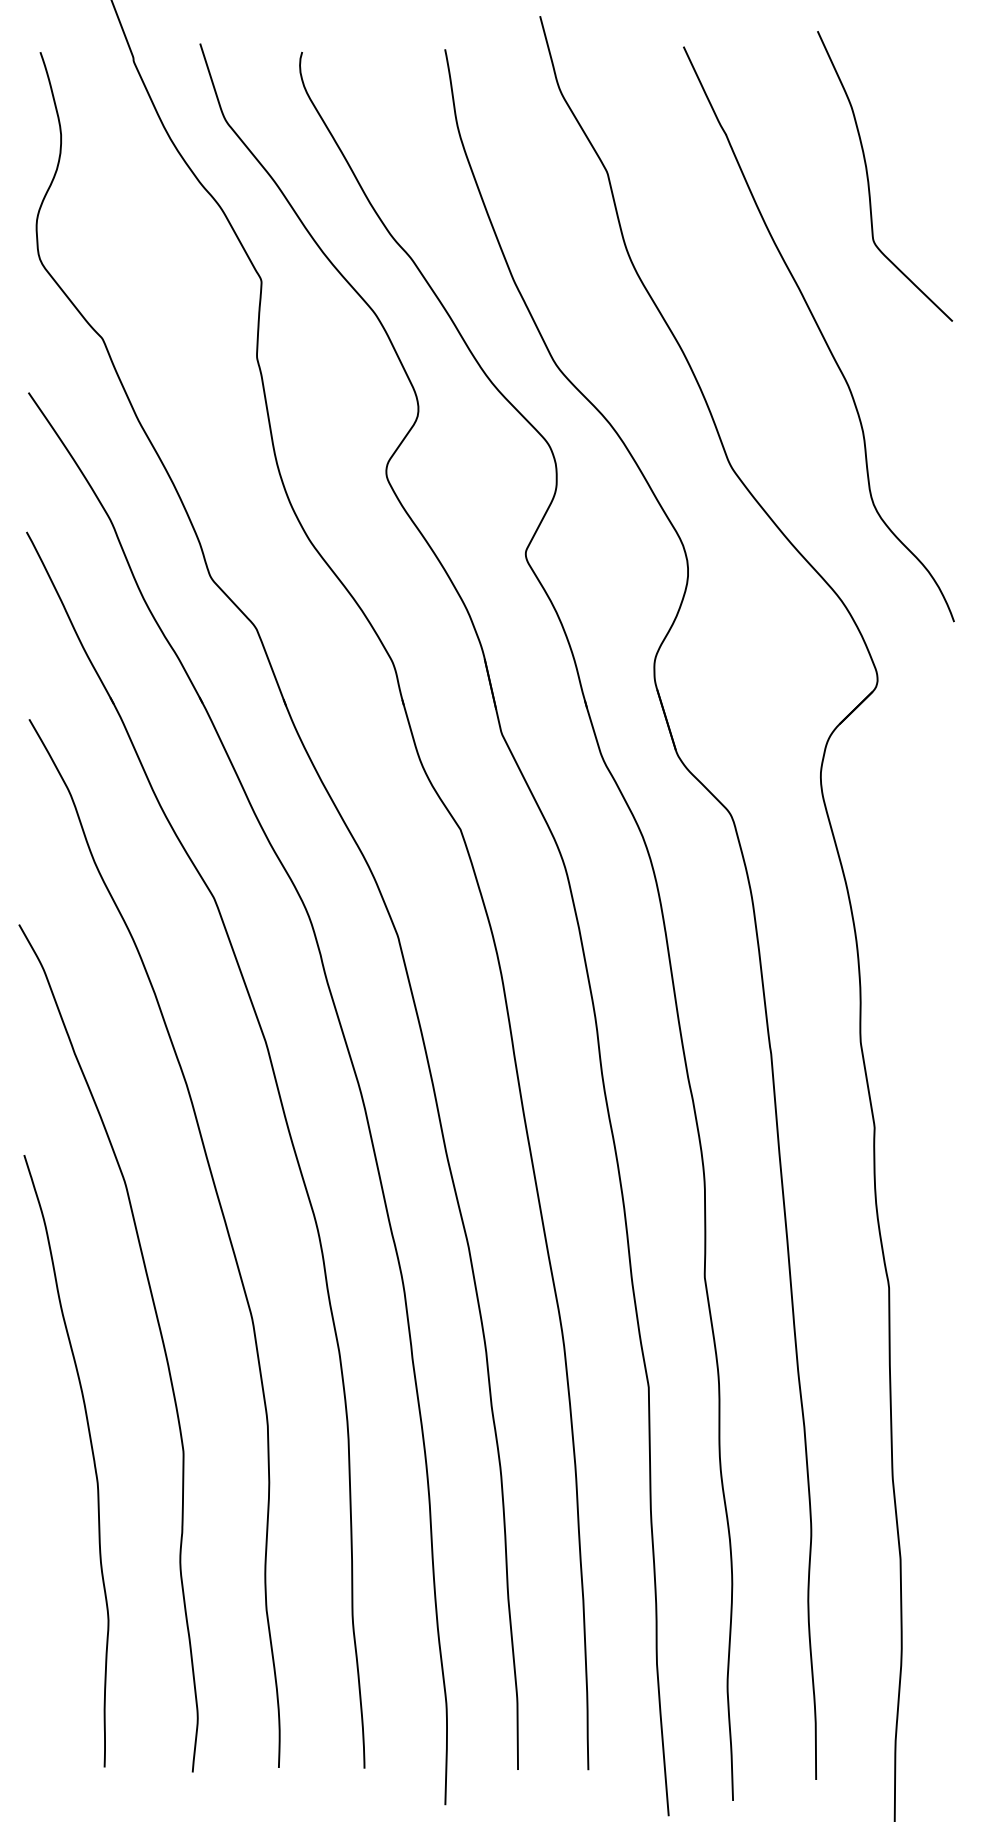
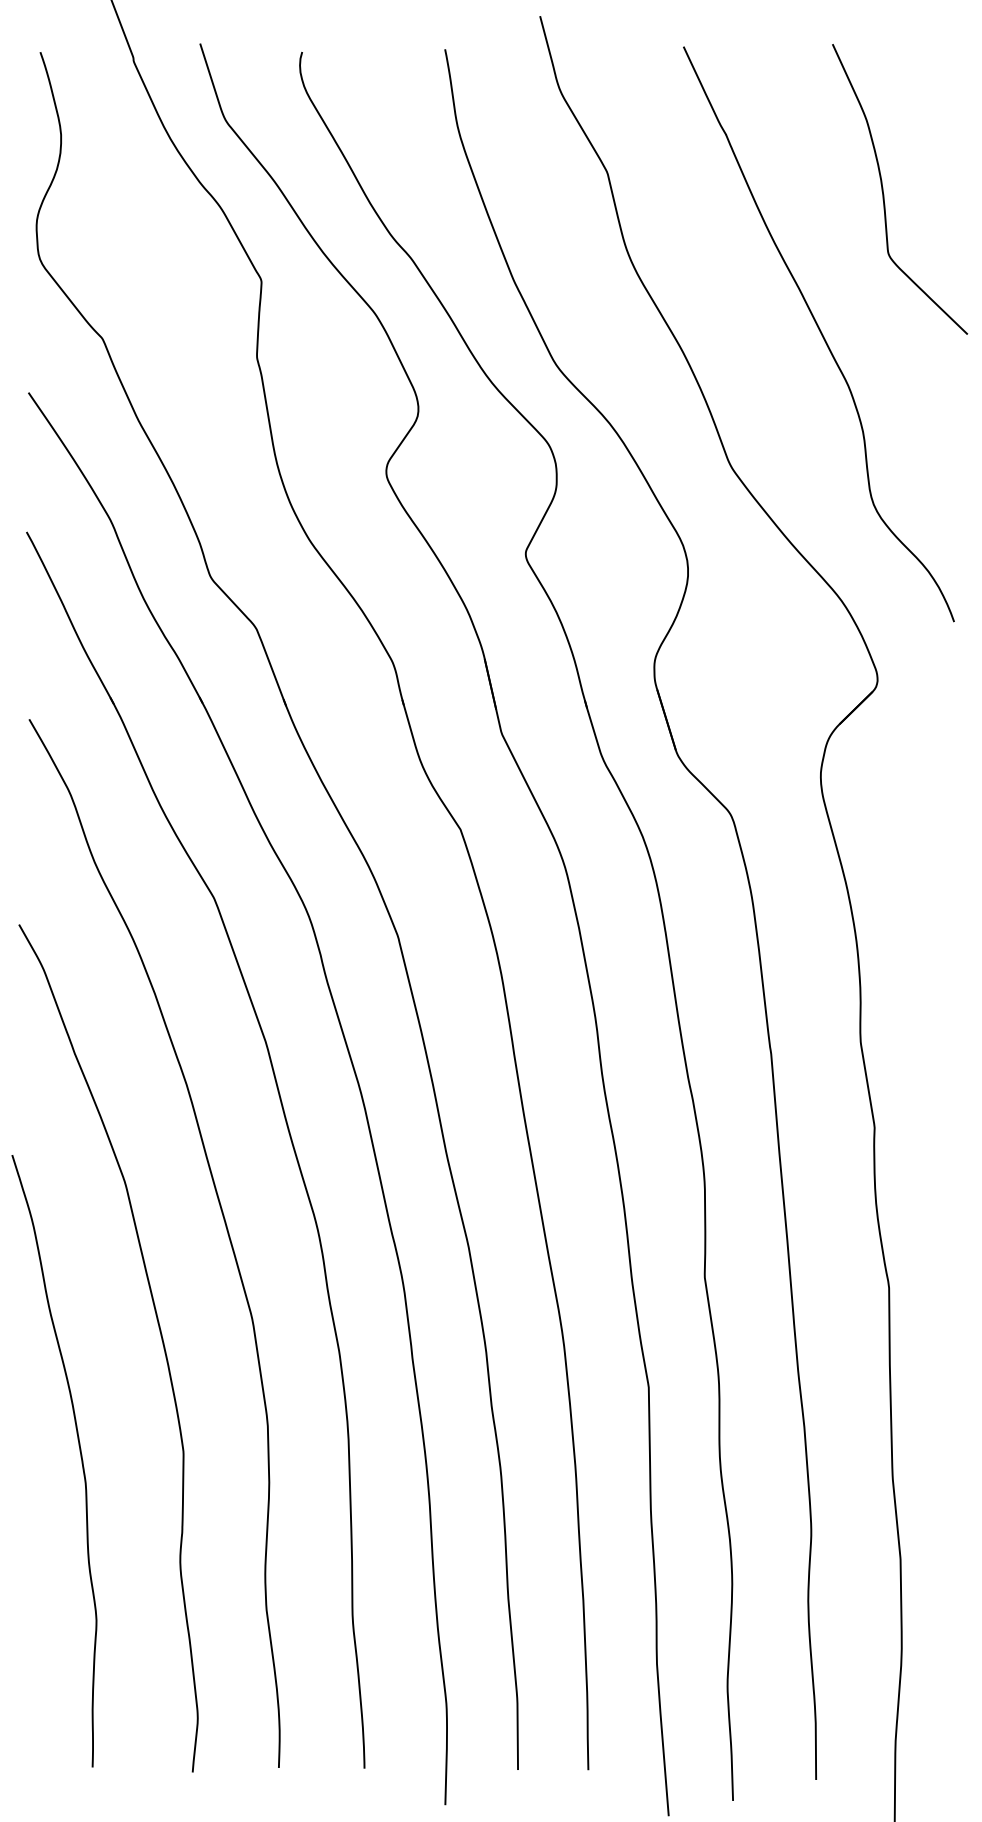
curve at (869, 181) position: (869, 181) -> (884, 194)
curve at (92, 1457) position: (92, 1457) -> (80, 1457)
